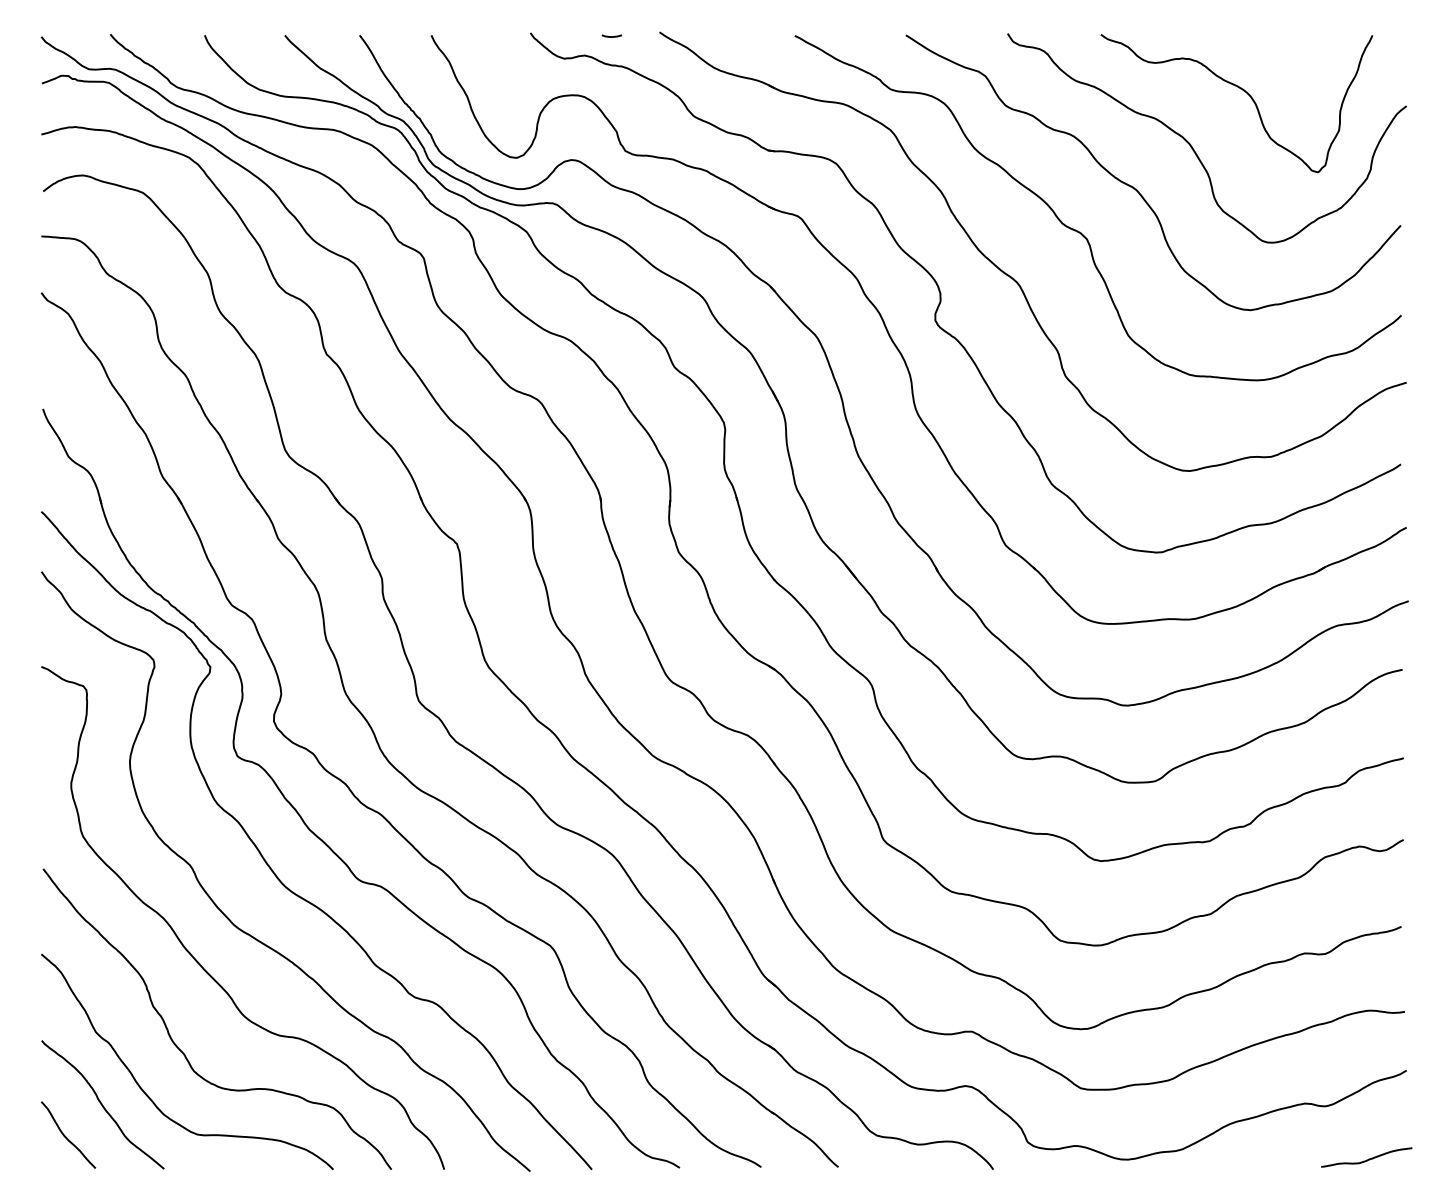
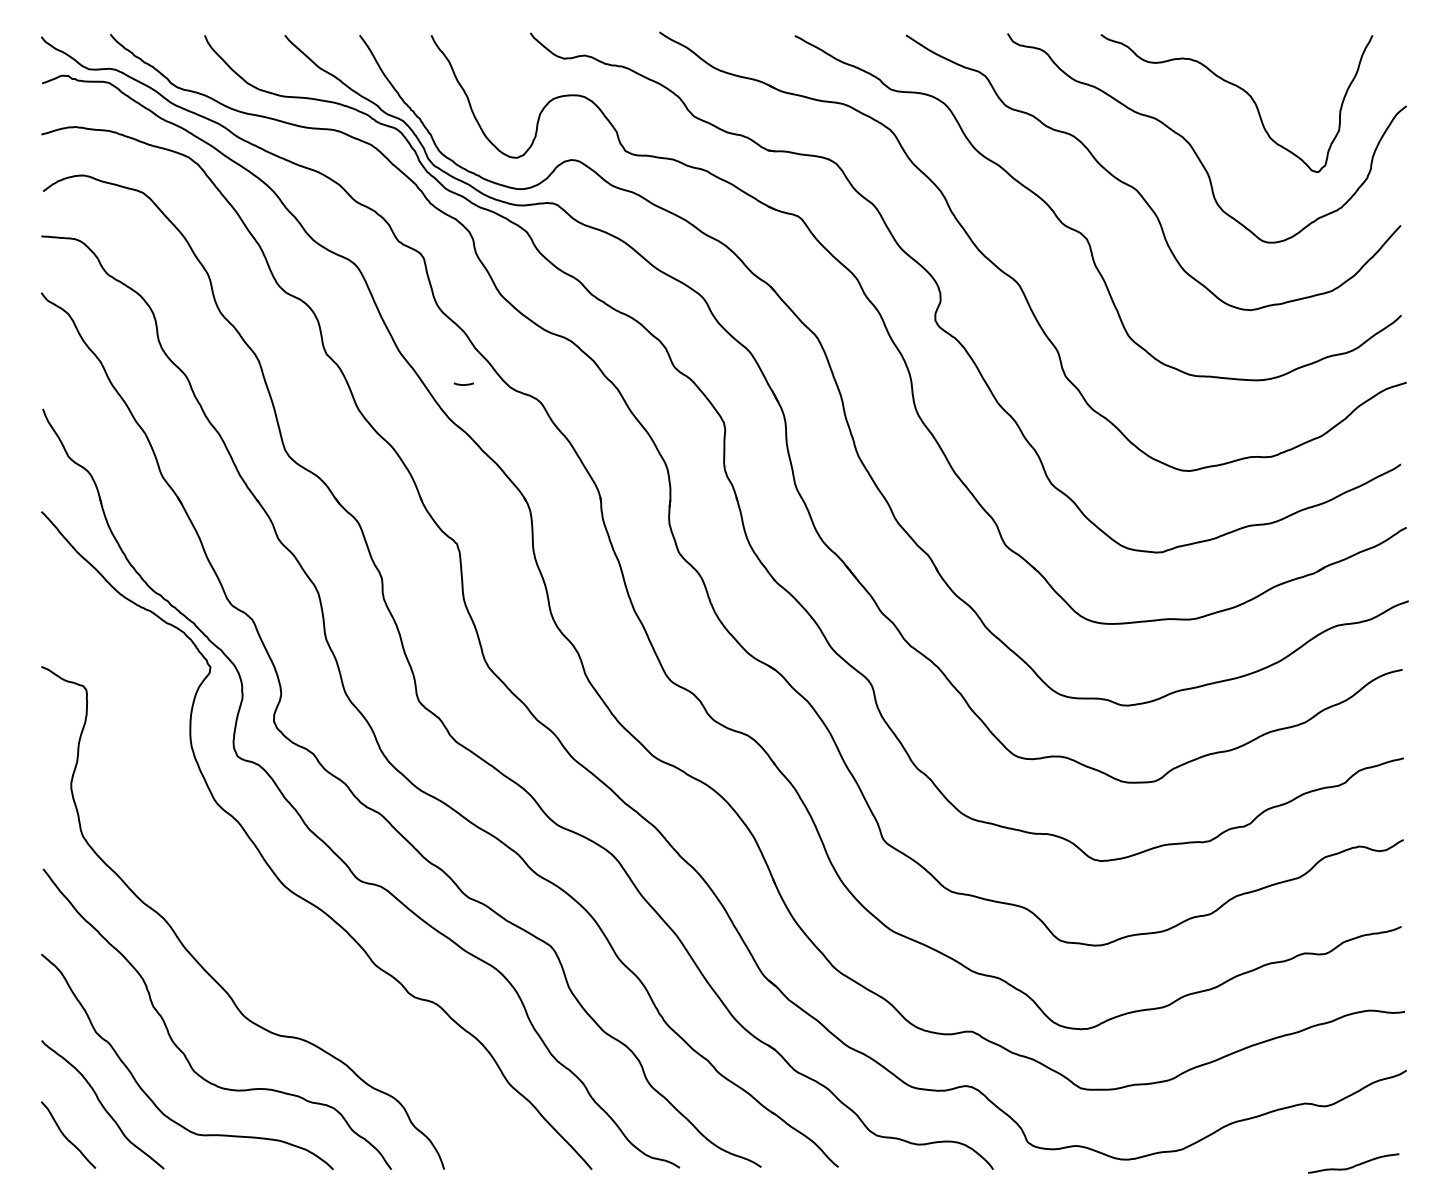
line at (611, 36) position: (611, 36) -> (463, 384)
curve at (247, 932): present -> none
curve at (1366, 1159) position: (1366, 1159) -> (1353, 1165)
